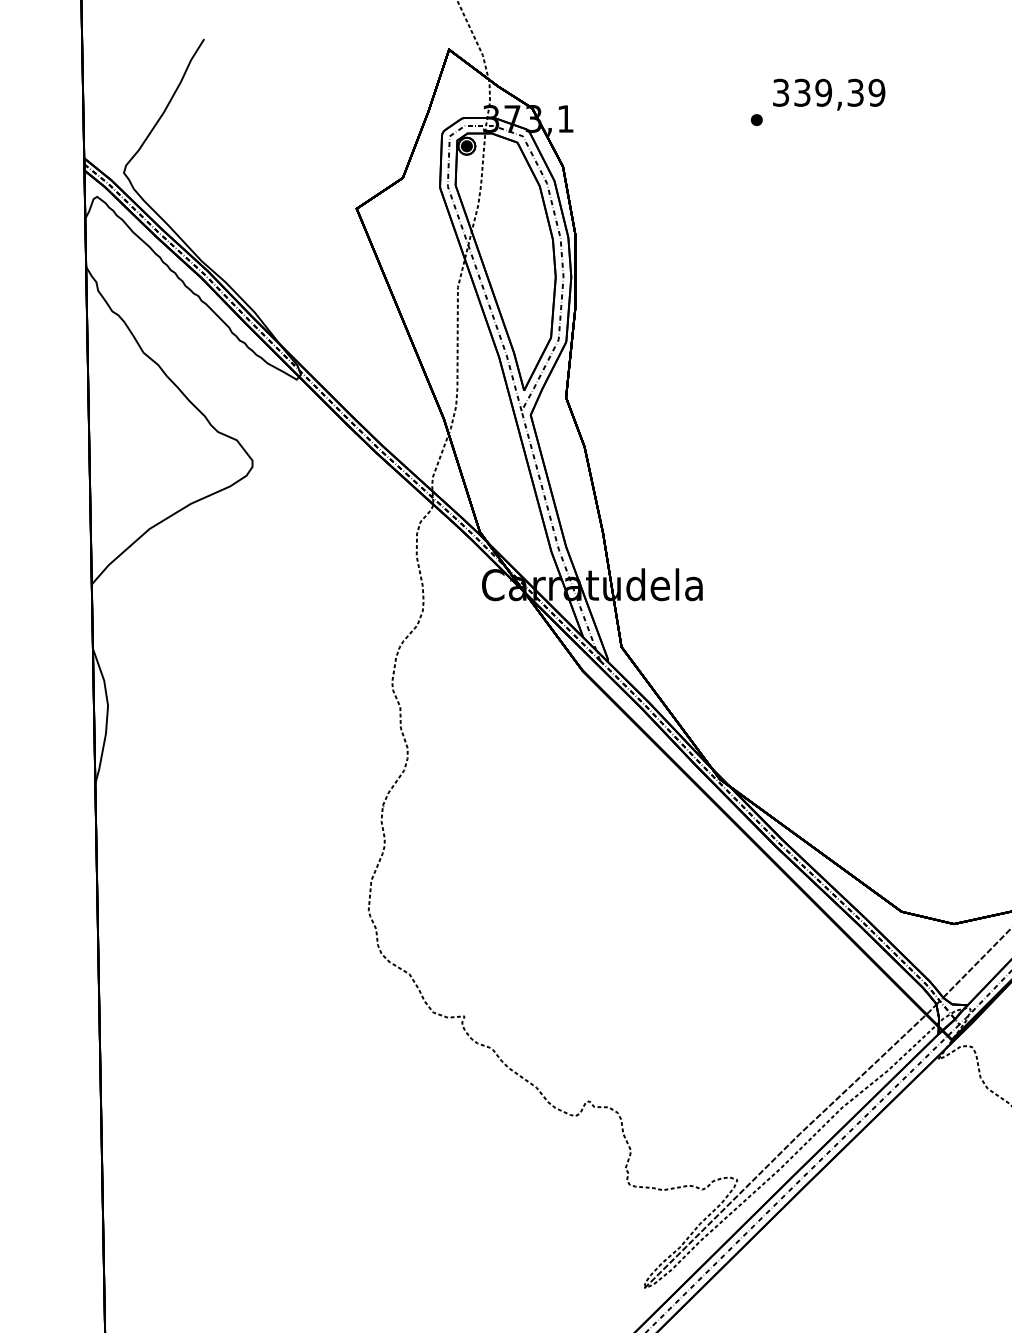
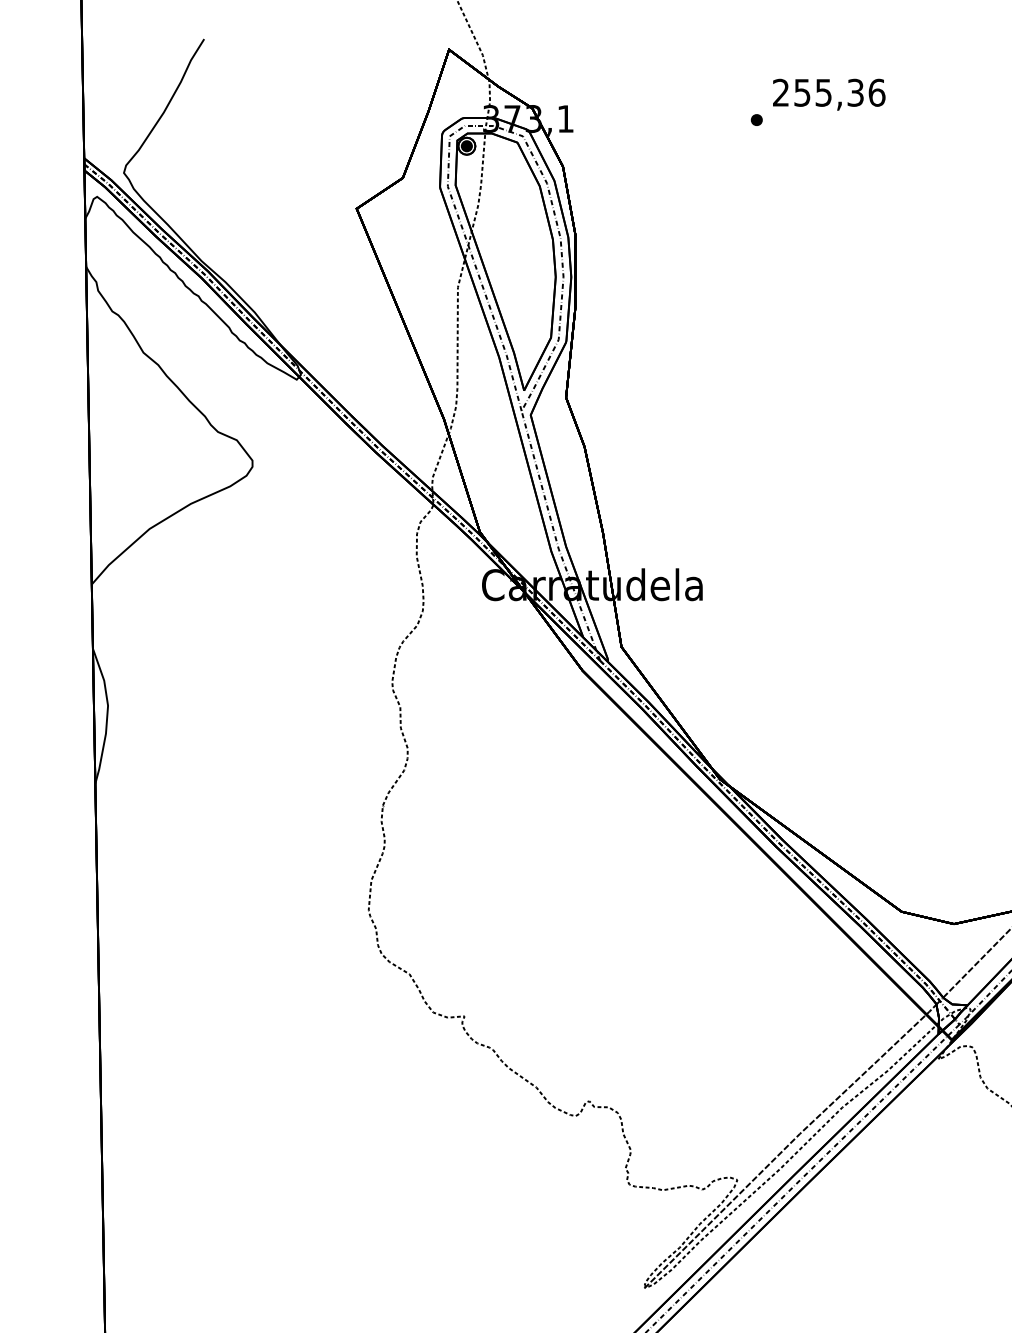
text at (829, 92): 339,39 -> 255,36
